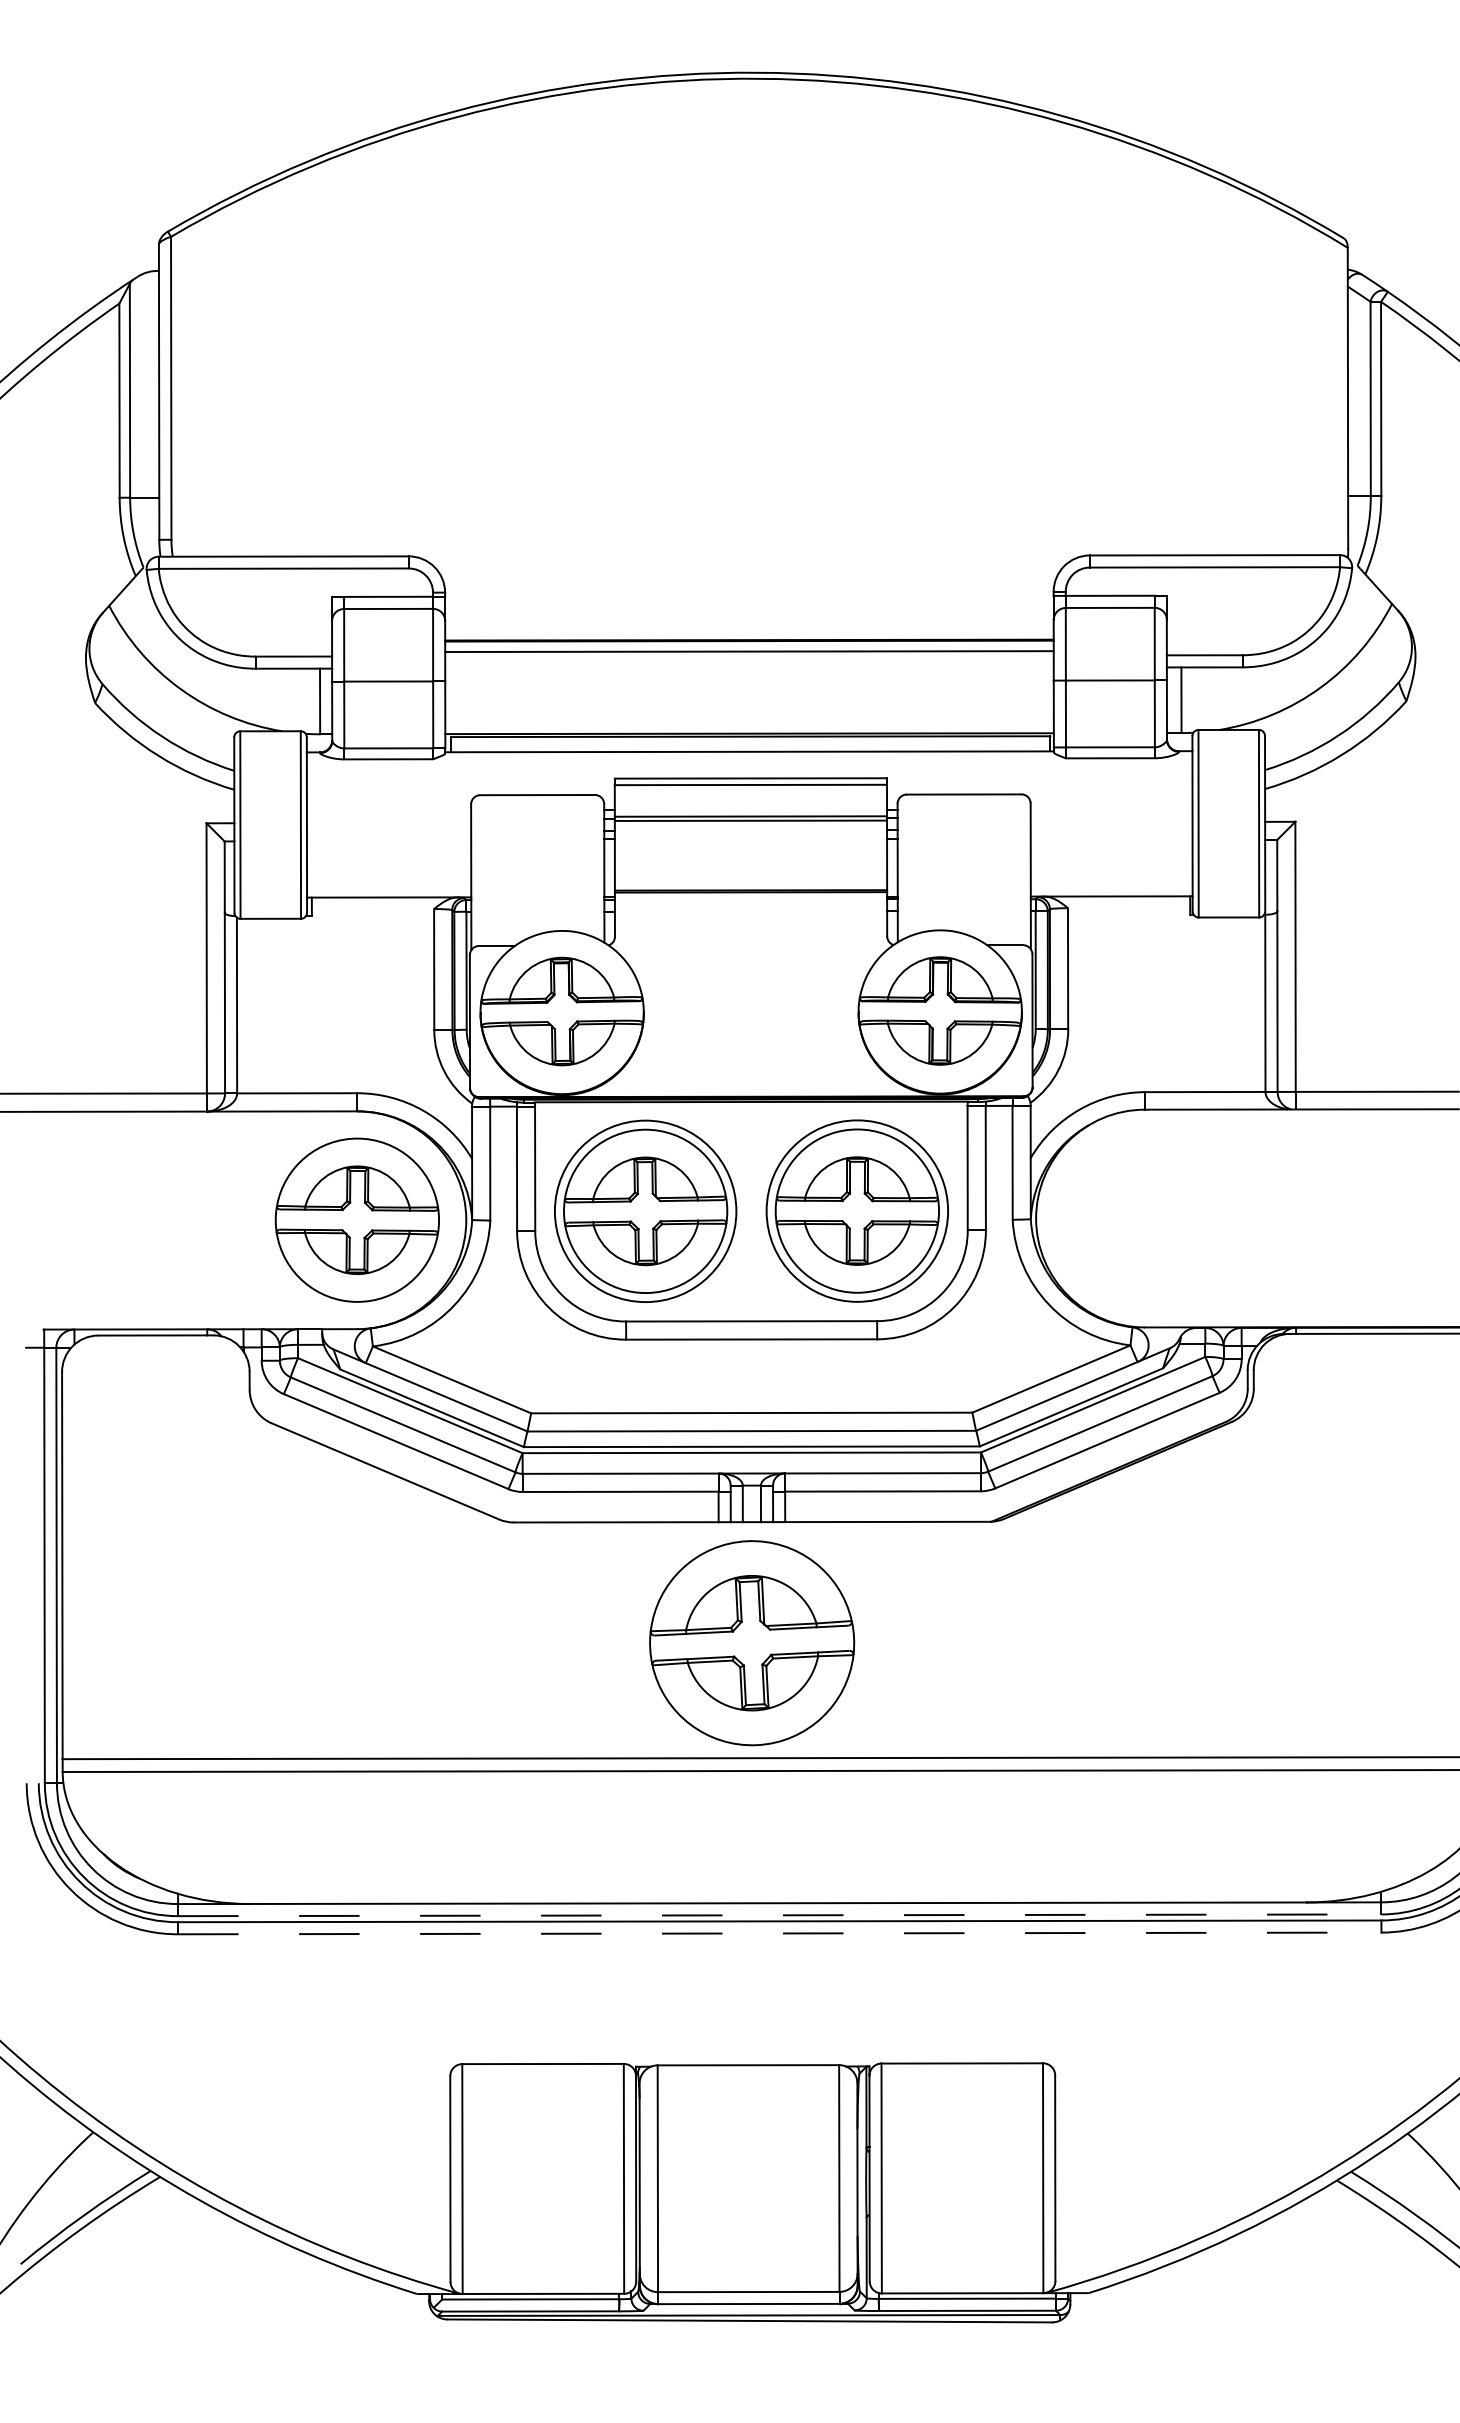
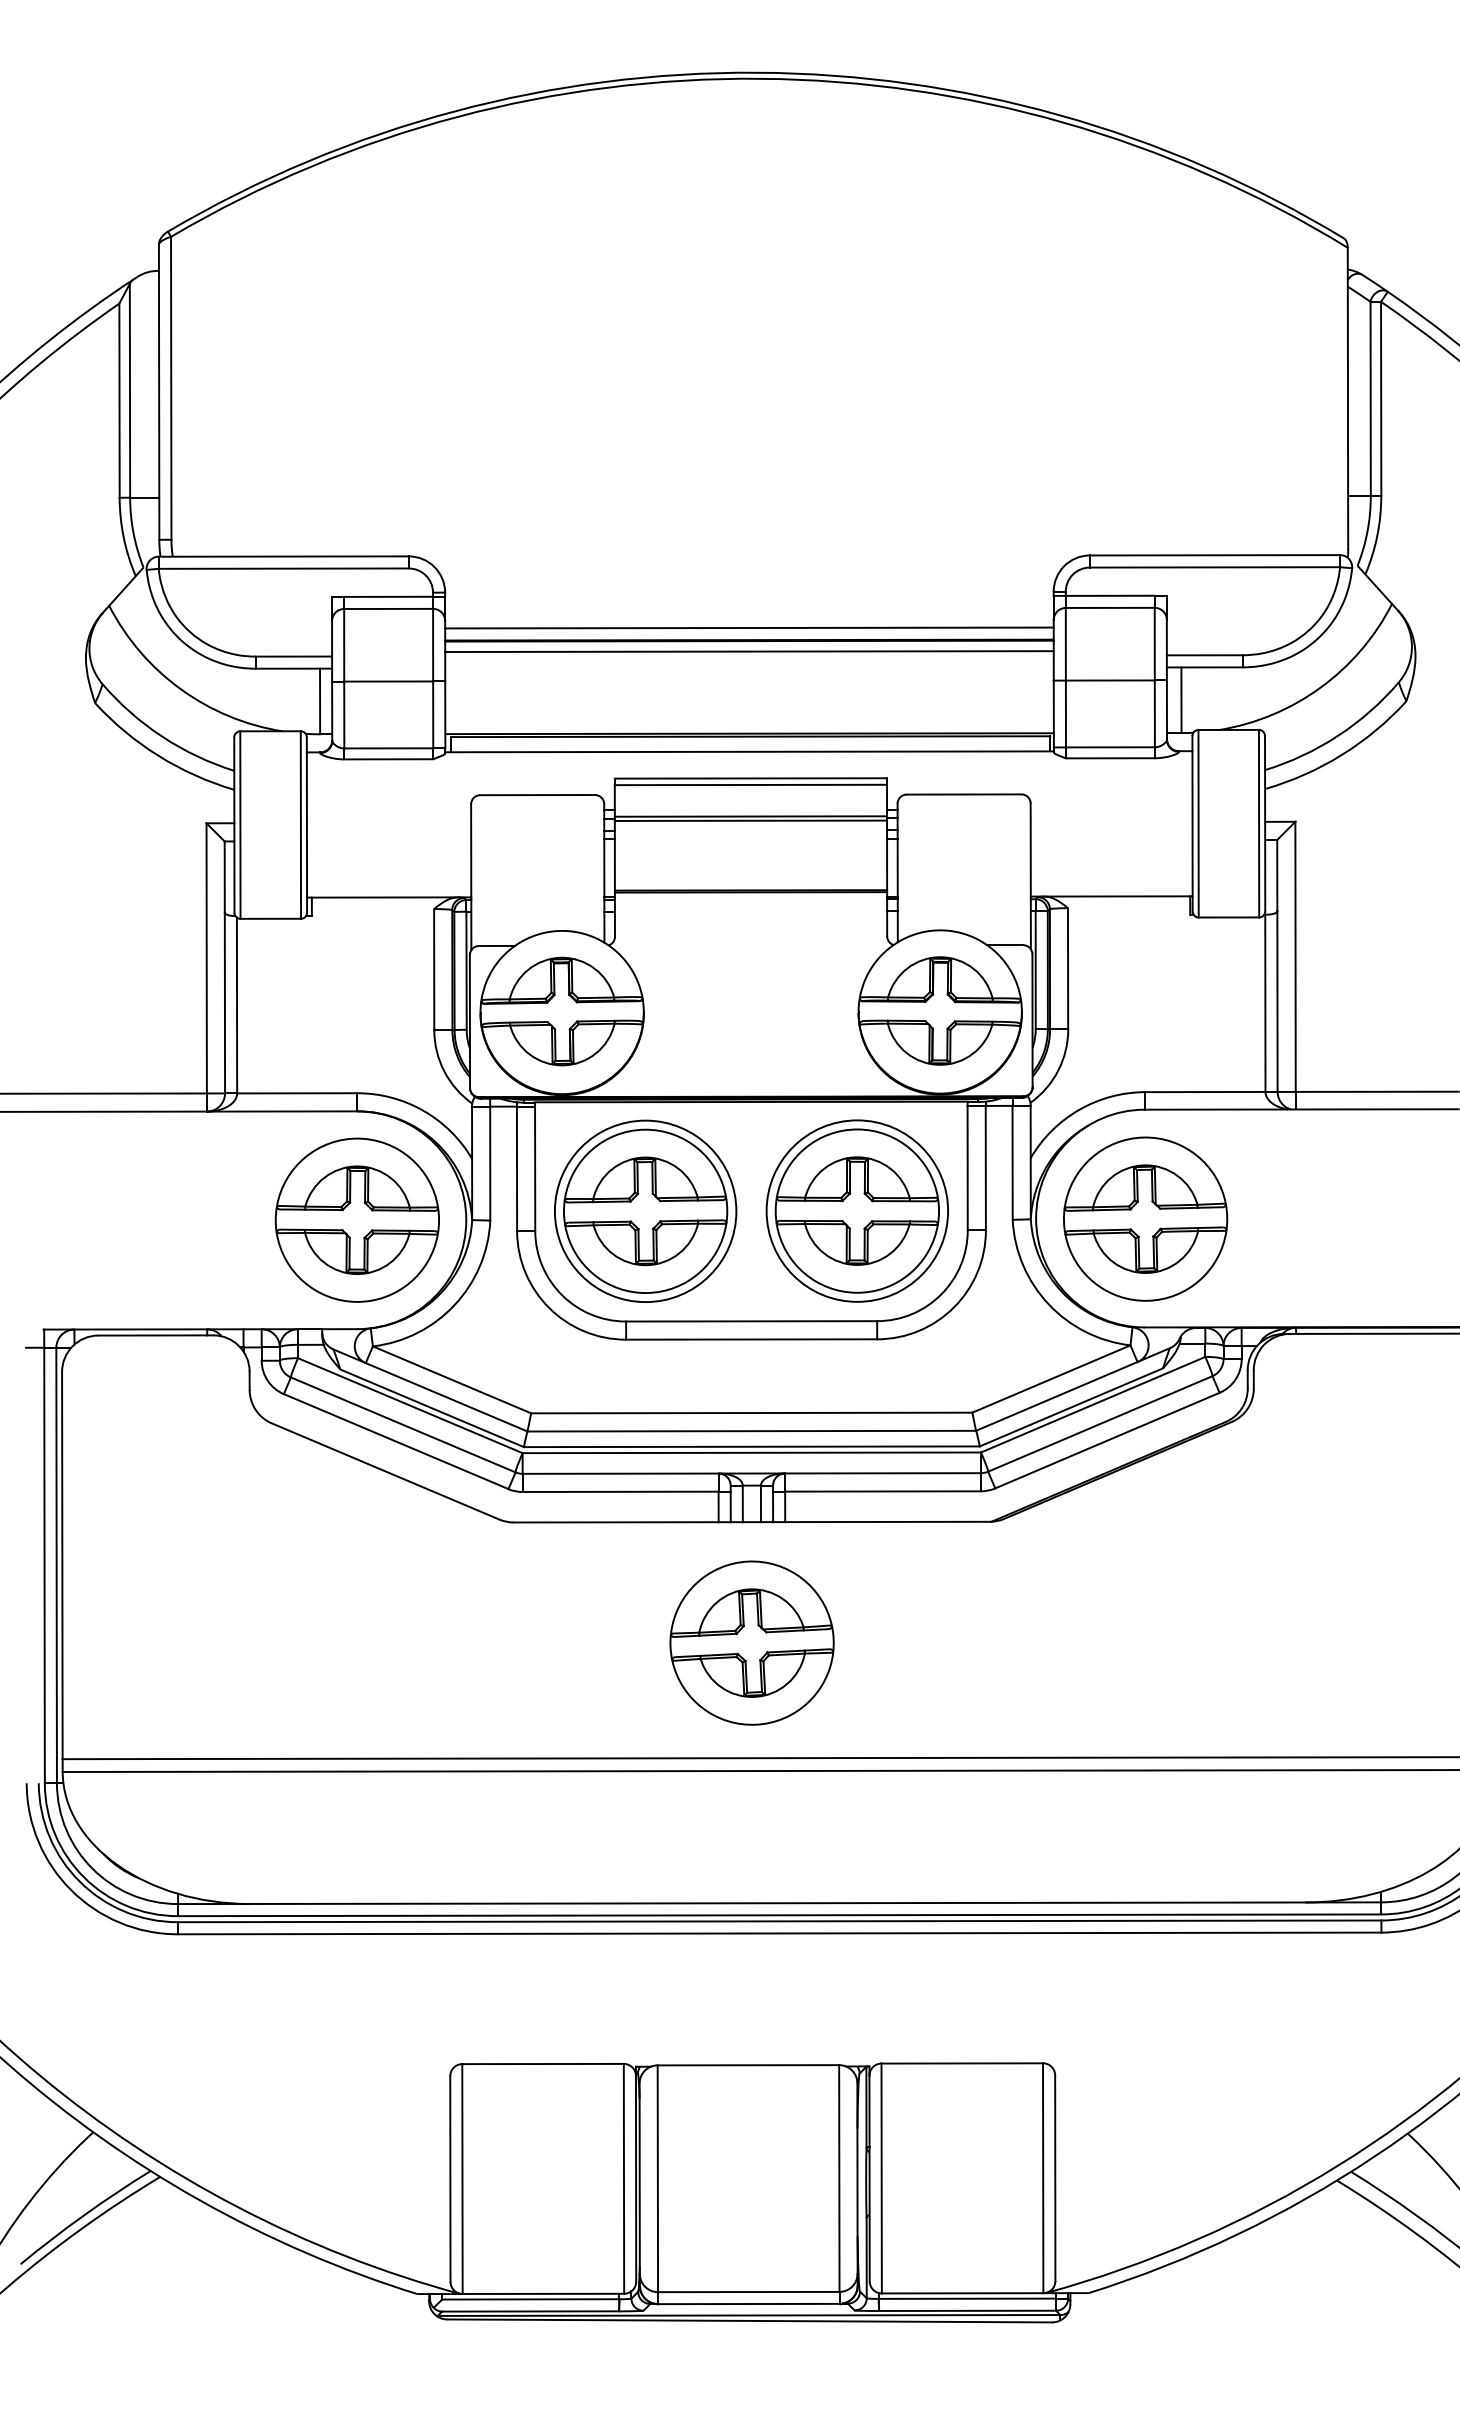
line at (749, 627): none -> present
part at (1145, 1218): none -> present
part at (752, 1643) size: 207x207 px -> 166x166 px
line at (779, 1915): dashed -> solid
line at (779, 1933): dashed -> solid
